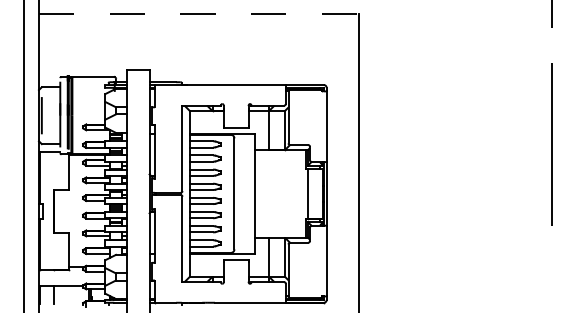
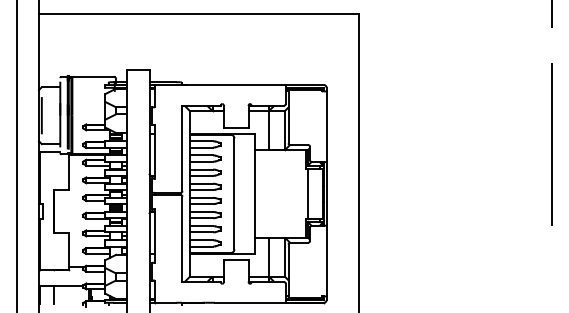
line at (199, 13): dashed -> solid
line at (24, 155) position: (24, 155) -> (17, 155)
